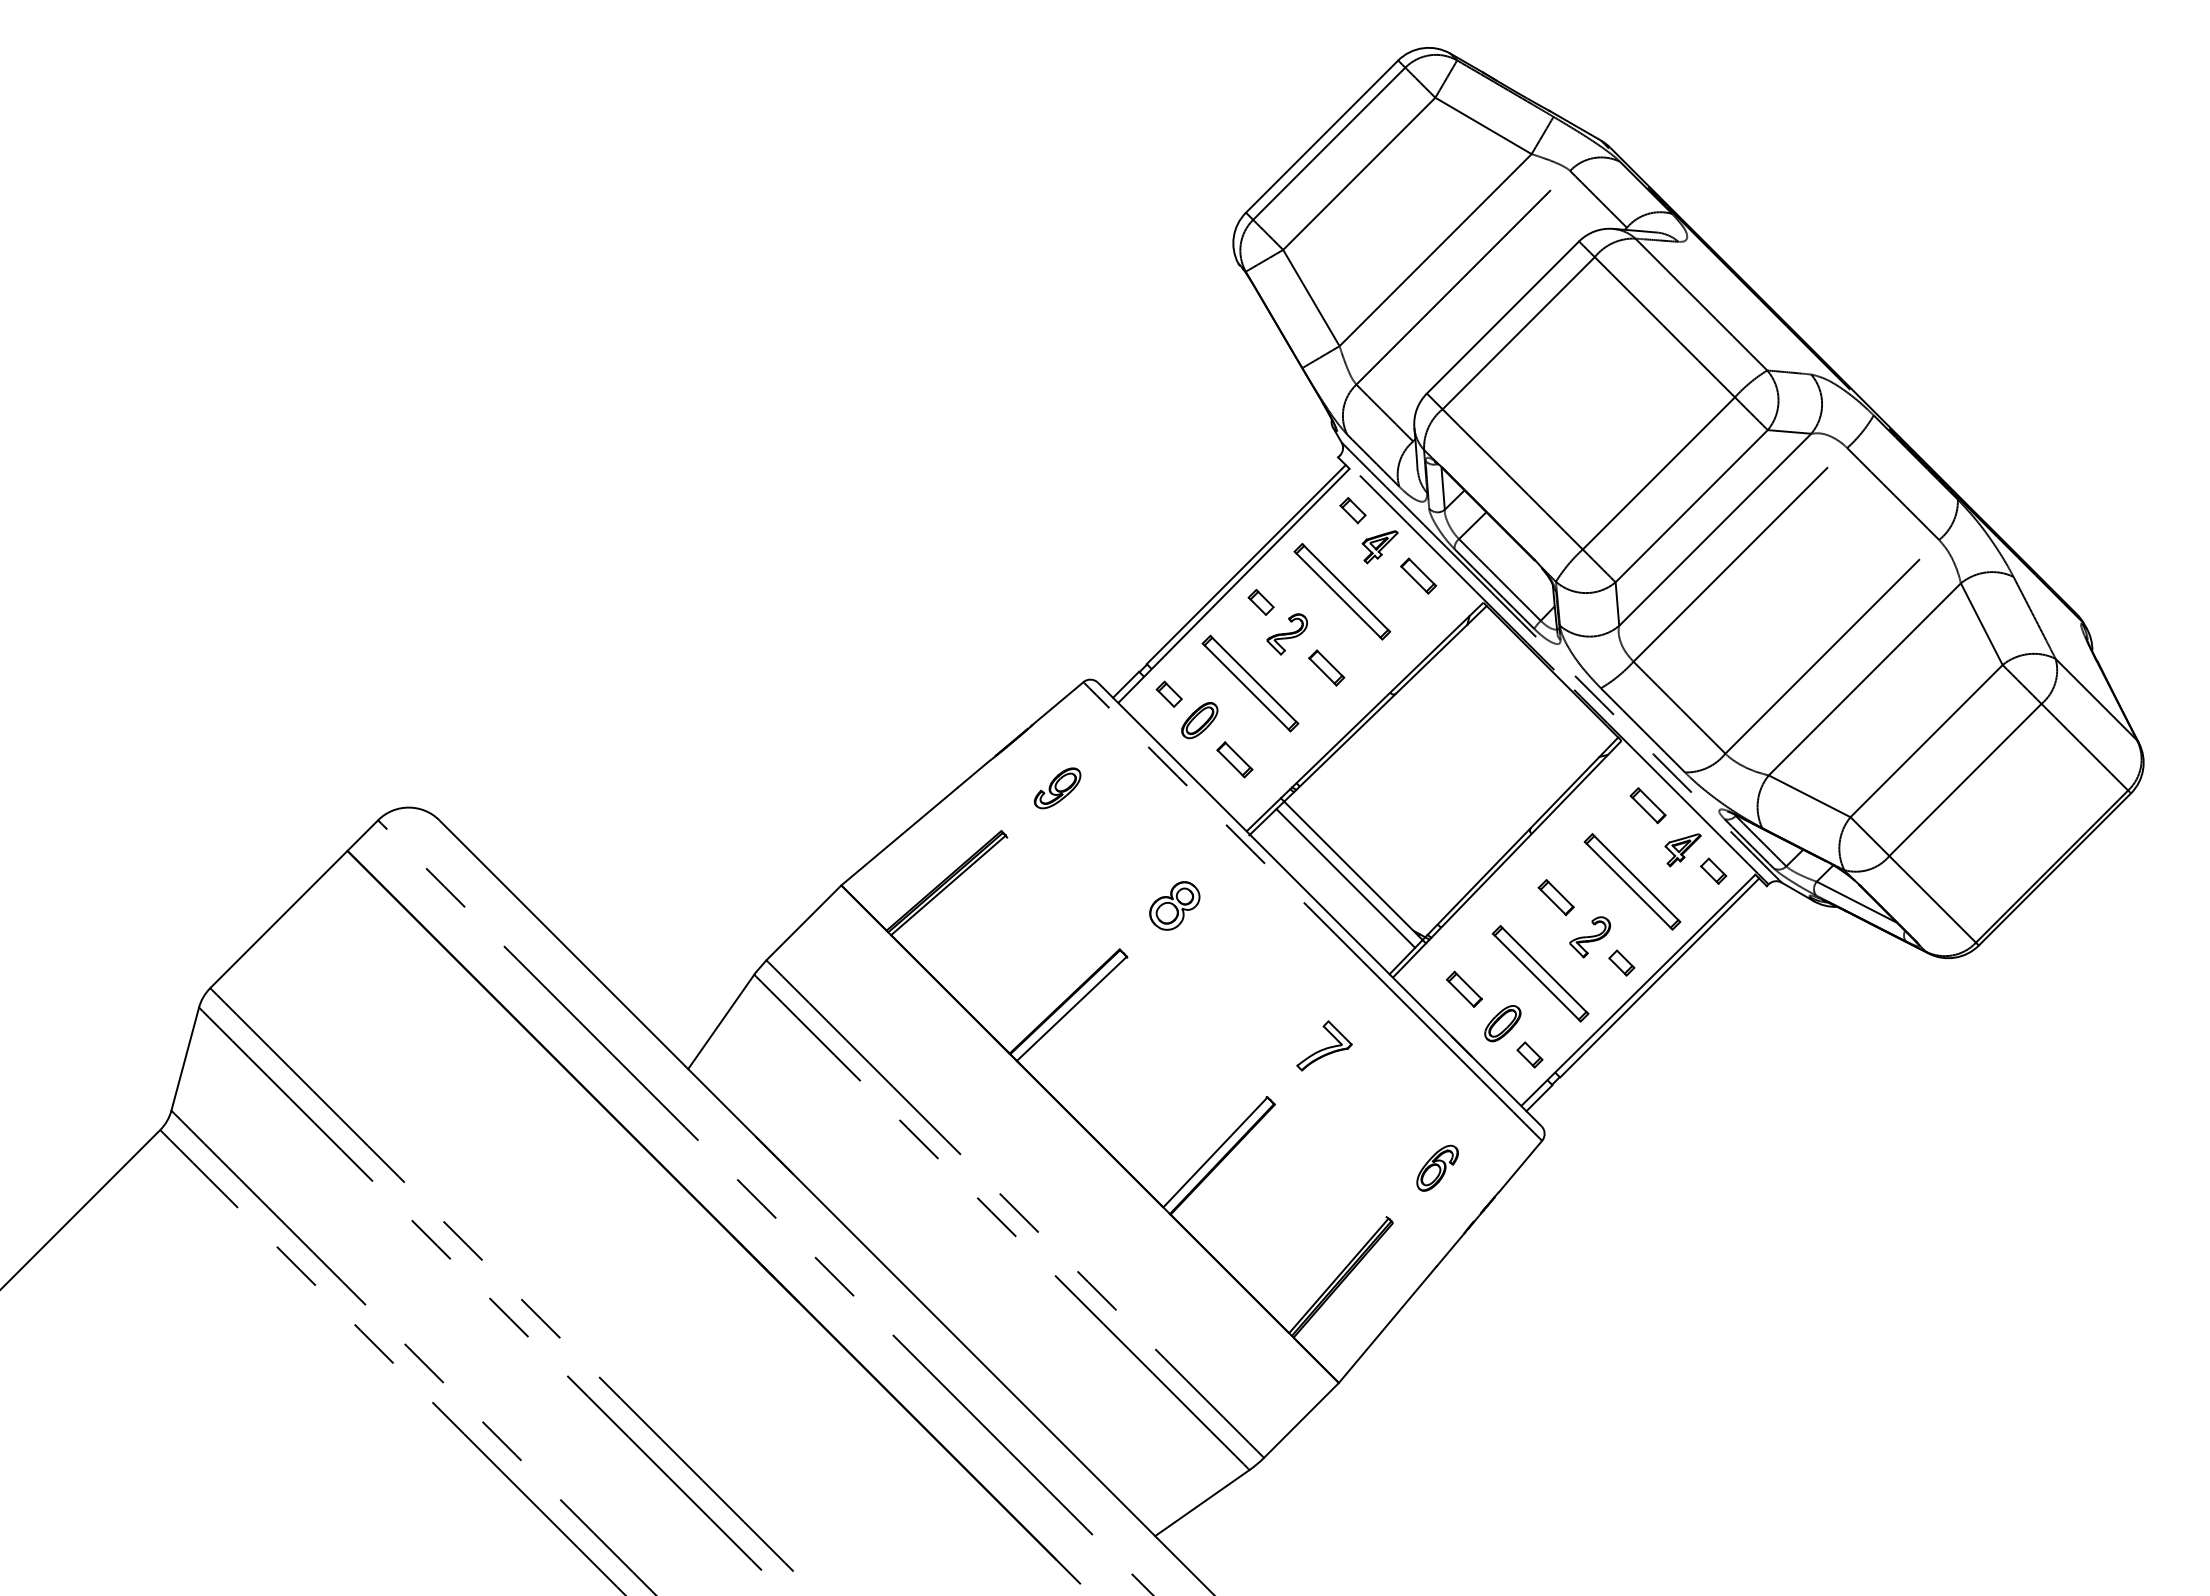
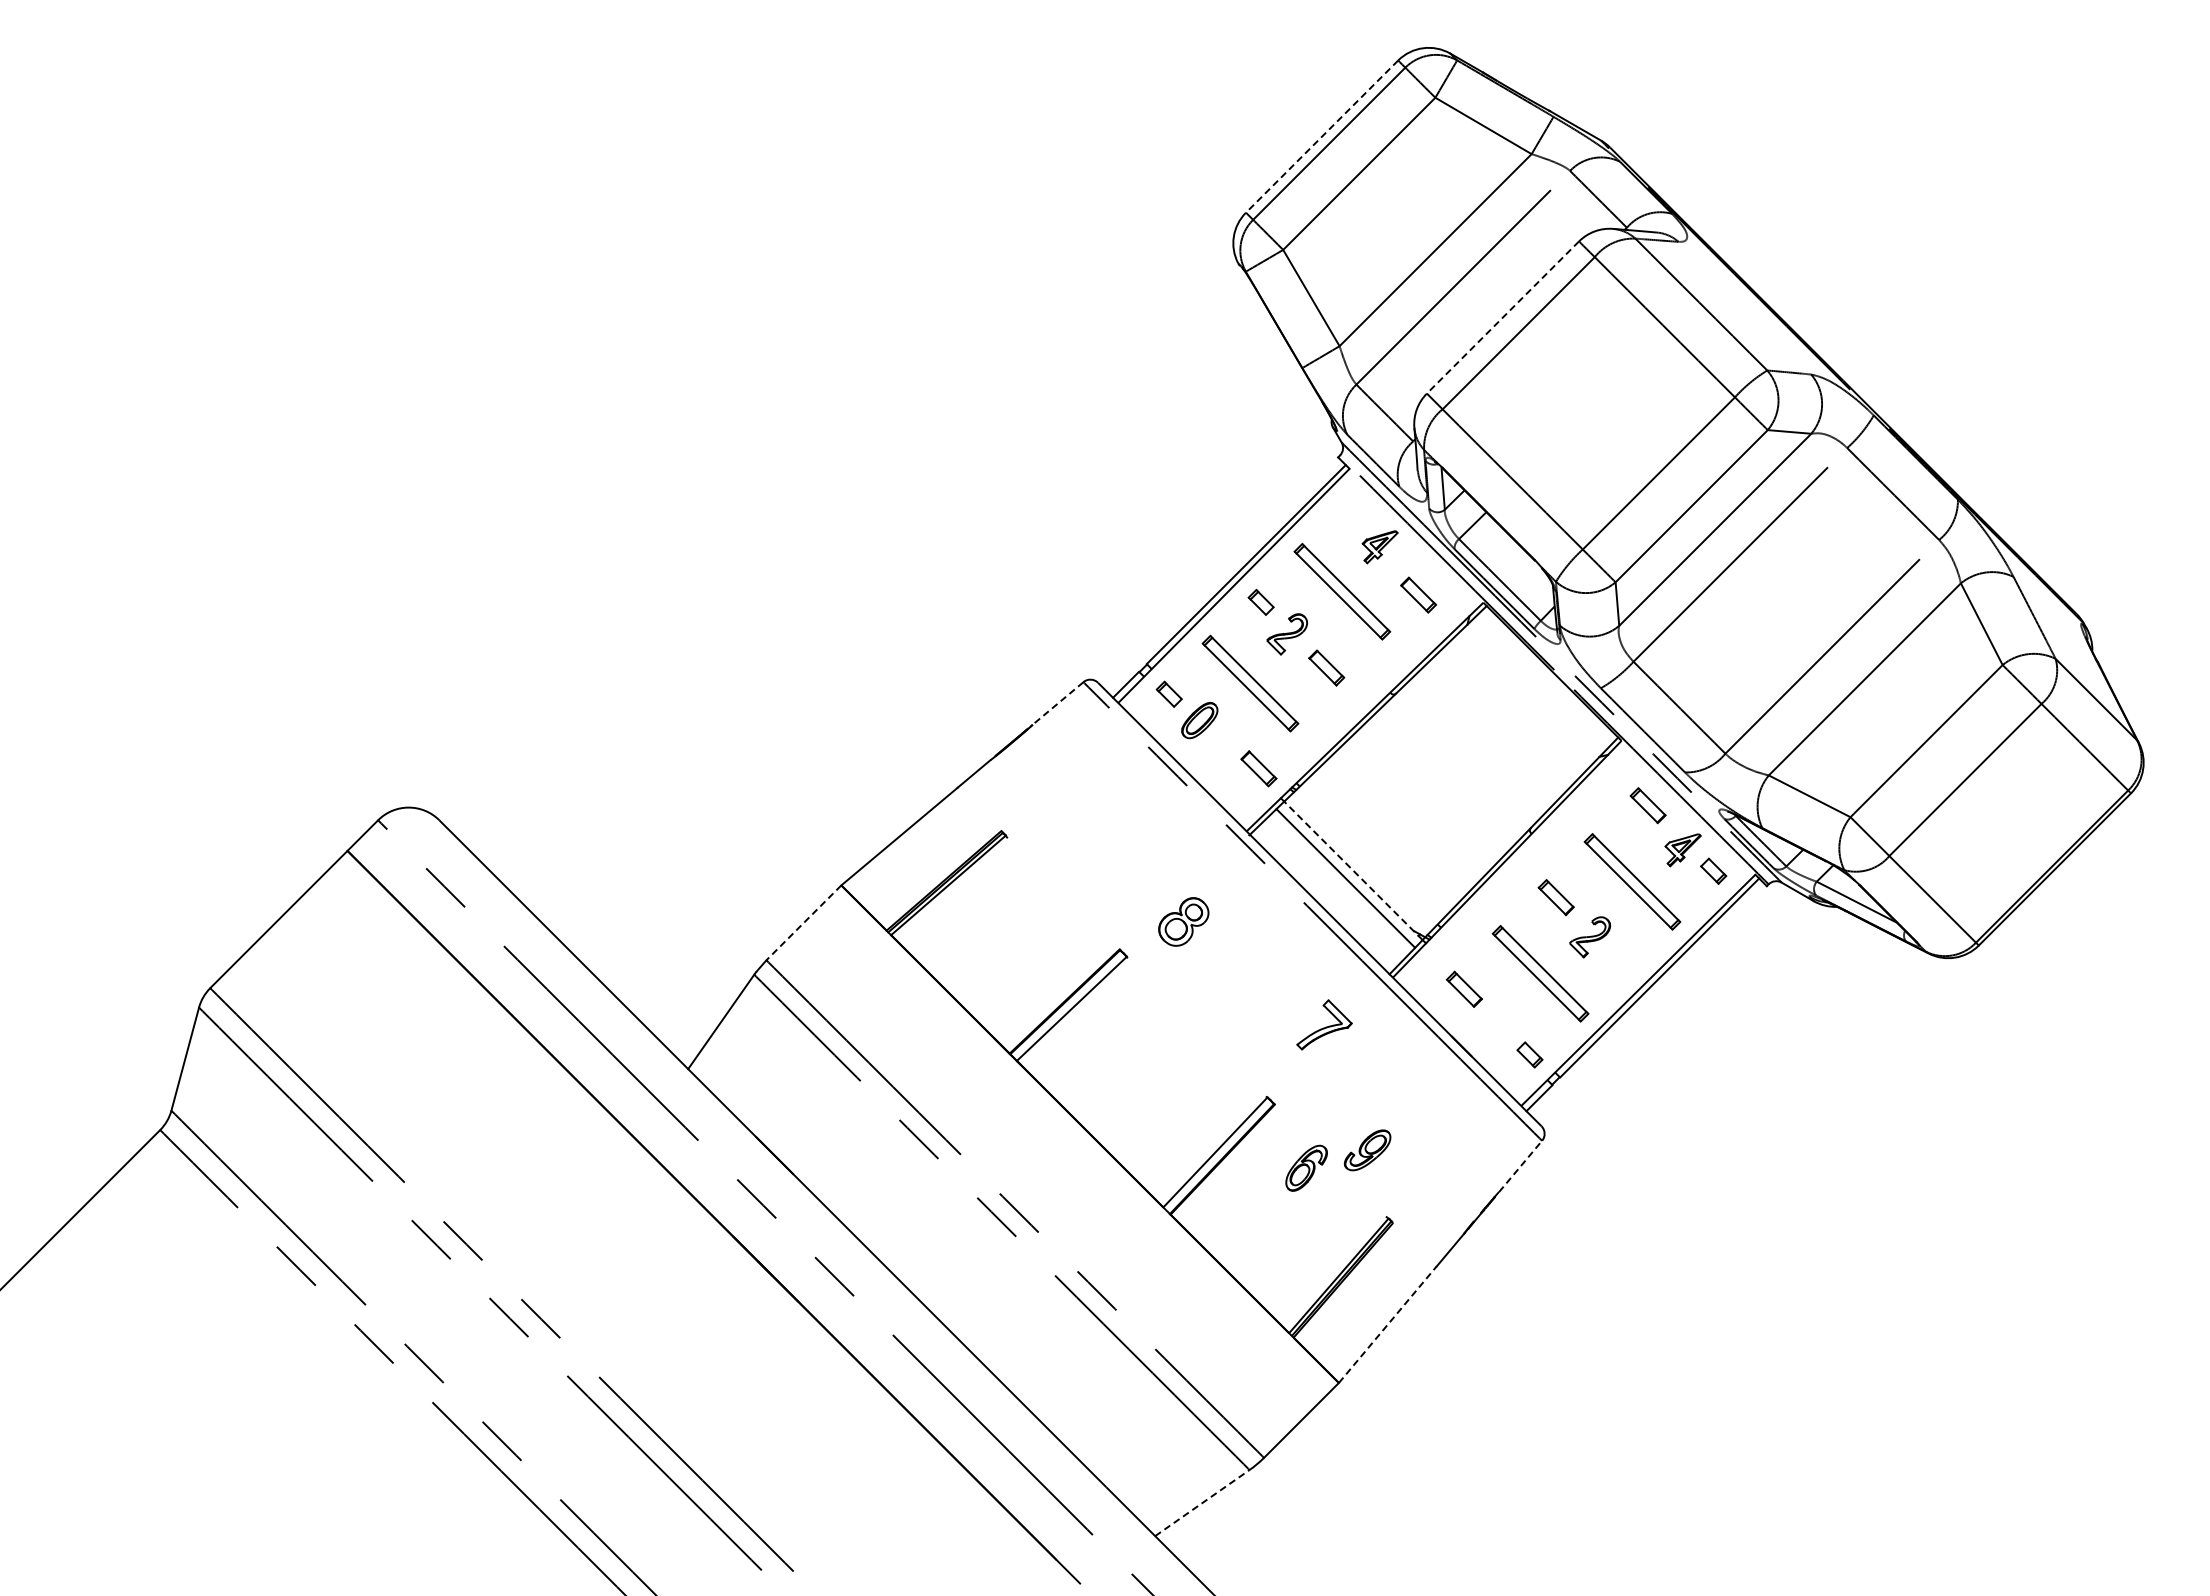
line at (1322, 136): solid -> dashed
line at (1502, 317): solid -> dashed
part at (1352, 510): present -> none
part at (1418, 575) position: (1418, 575) -> (1418, 594)
line at (1057, 703): solid -> dashed
part at (1234, 759) position: (1234, 759) -> (1258, 768)
part at (1057, 788) position: (1057, 788) -> (1367, 1150)
line at (1353, 870): solid -> dashed
part at (1174, 905) position: (1174, 905) -> (1183, 921)
line at (803, 922): solid -> dashed
part at (1621, 962): present -> none
part at (1502, 1023): present -> none
part at (1324, 1045) position: (1324, 1045) -> (1324, 1024)
line at (1520, 1166): solid -> dashed
part at (1437, 1167) position: (1437, 1167) -> (1306, 1167)
line at (1388, 1324): solid -> dashed
line at (1202, 1503): solid -> dashed
